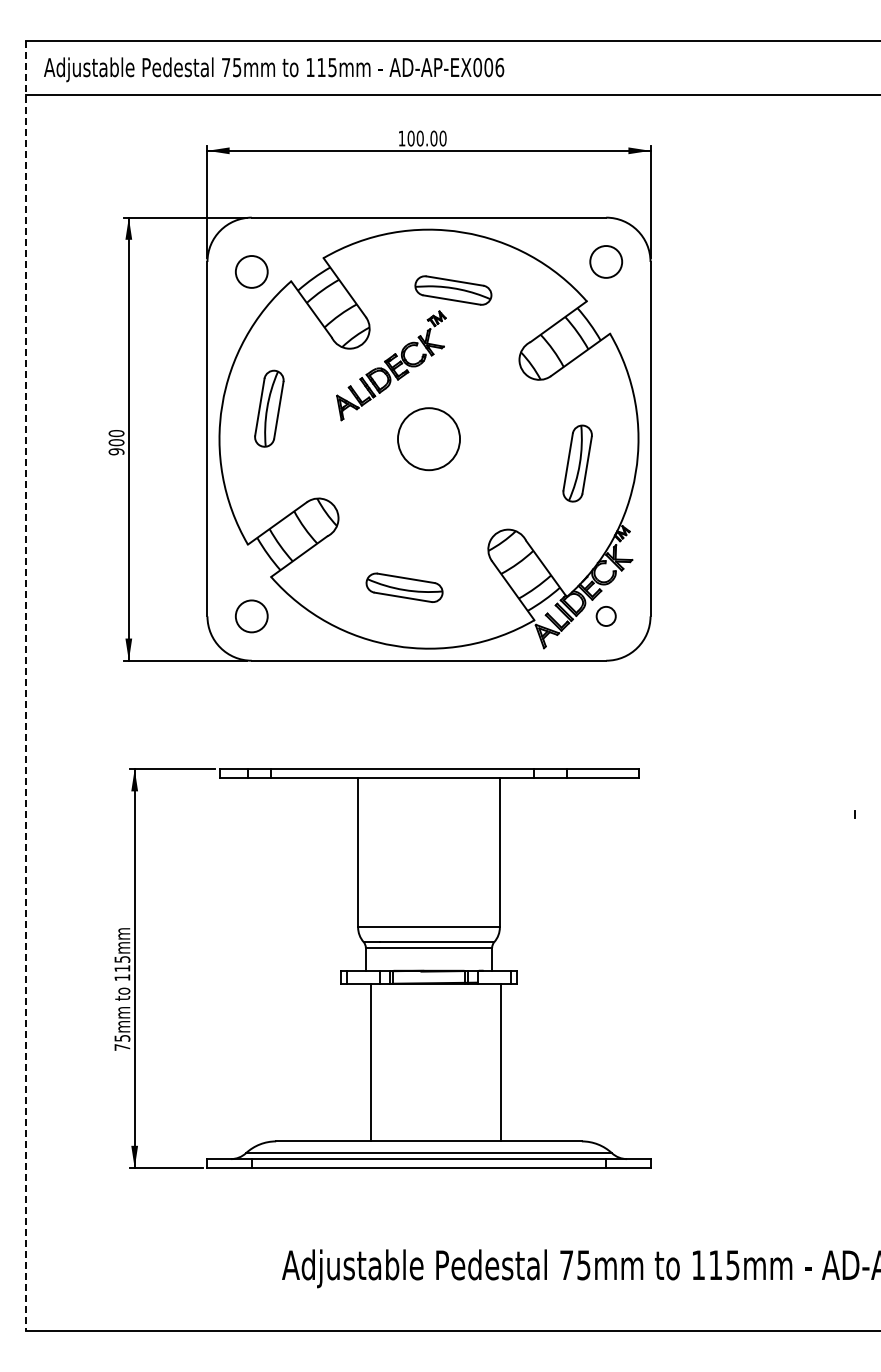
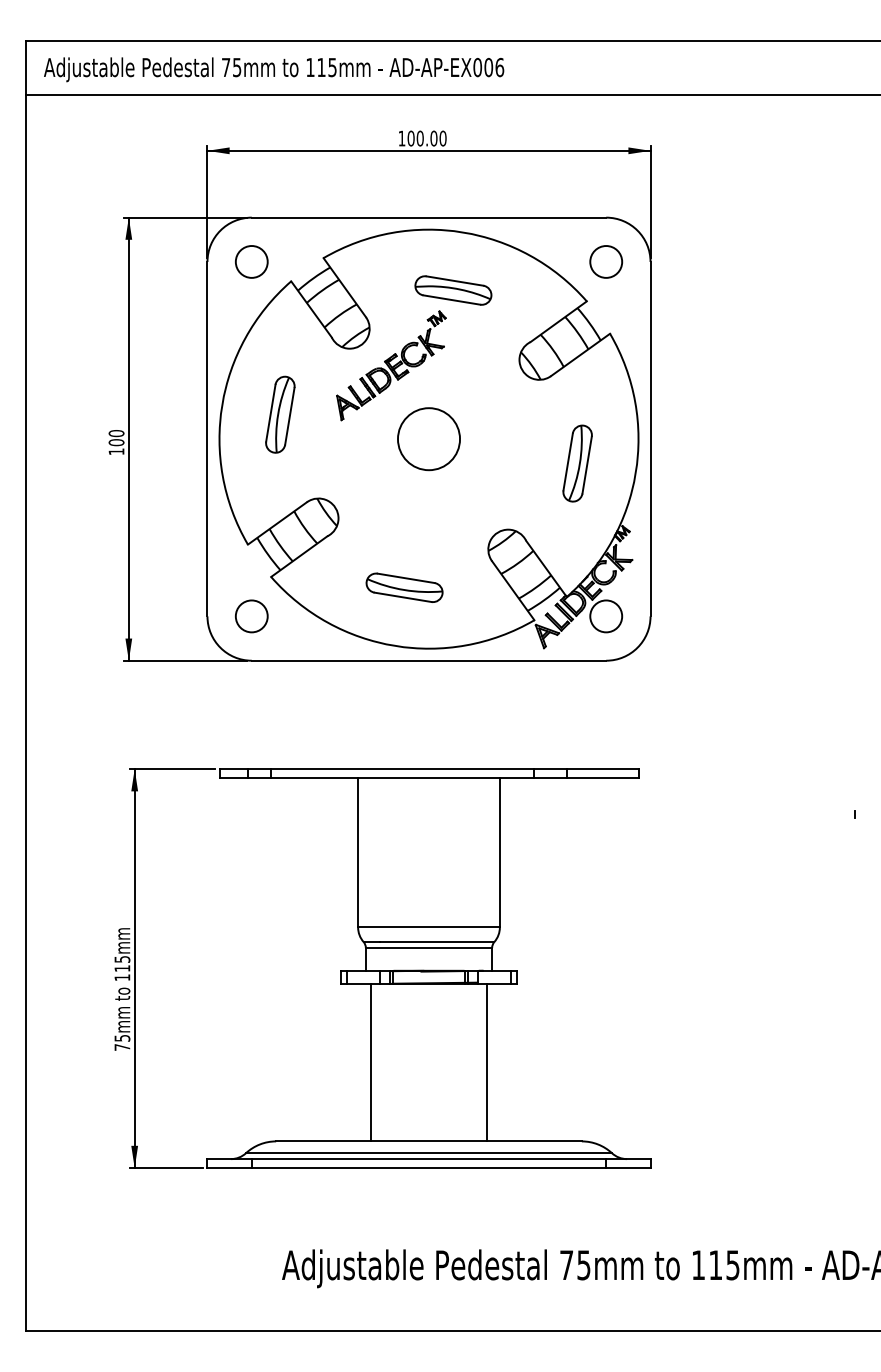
circle at (251, 271) position: (251, 271) -> (251, 261)
part at (269, 408) position: (269, 408) -> (280, 414)
text at (116, 451): 900 -> 100
circle at (605, 615) diameter: 19 px -> 32 px
line at (26, 685): dashed -> solid
line at (501, 1062) position: (501, 1062) -> (487, 1062)
